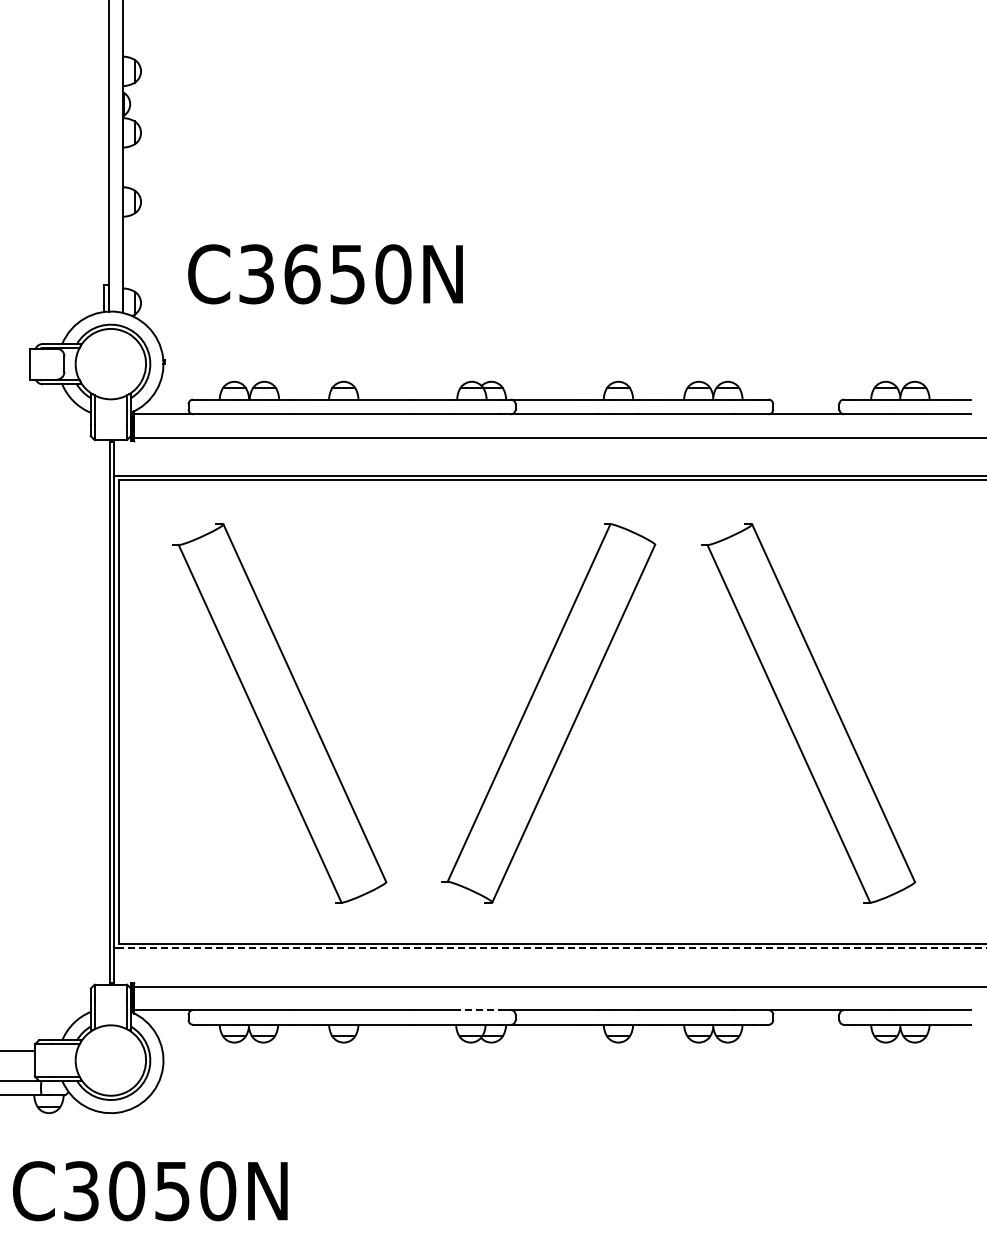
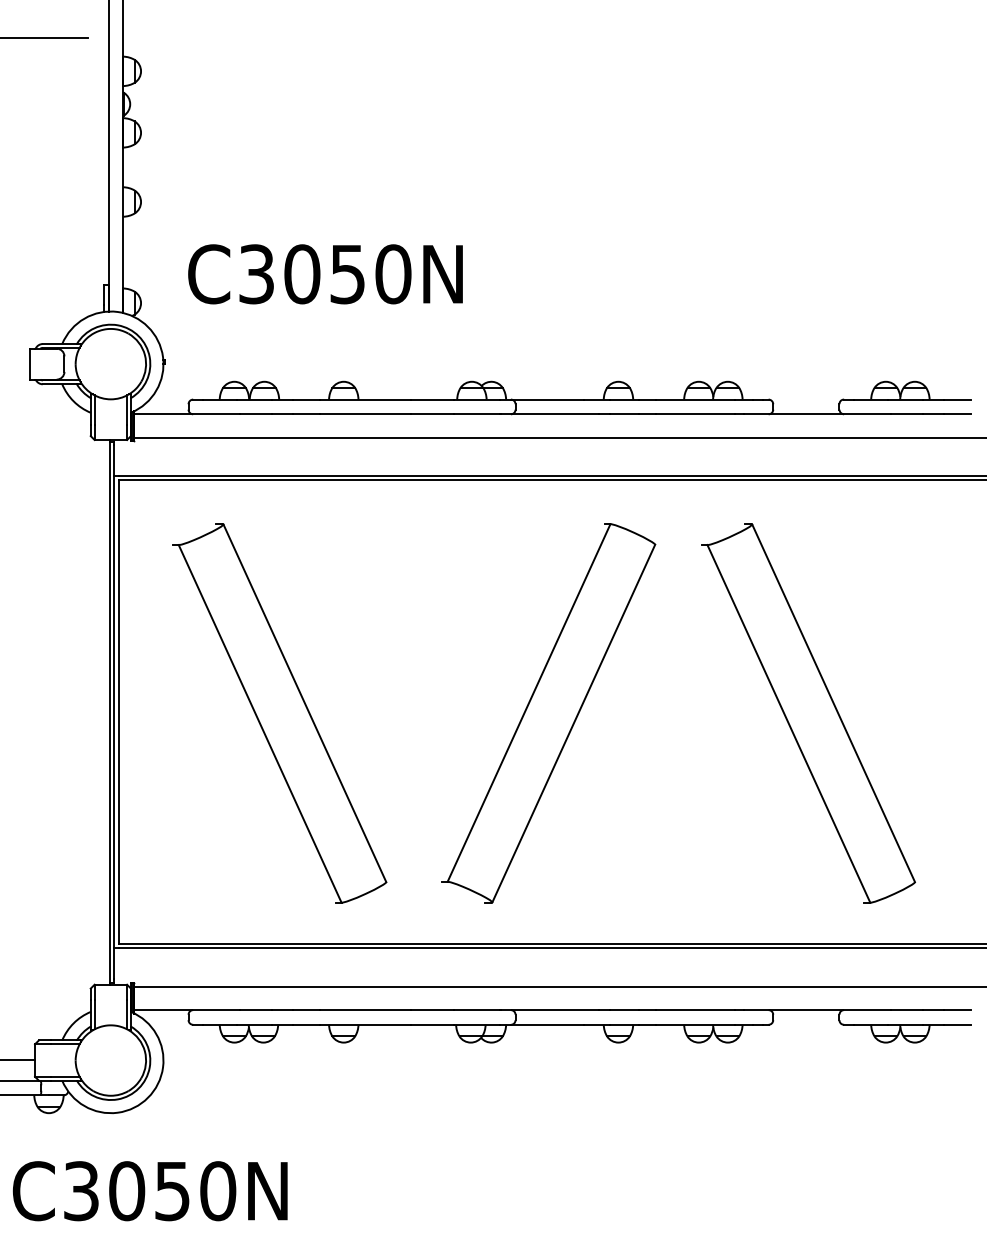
line at (44, 37): none -> present
text at (302, 274): C3650N -> C3050N
line at (552, 948): dashed -> solid
line at (477, 1010): dashed -> solid
line at (18, 1050) position: (18, 1050) -> (18, 1059)
